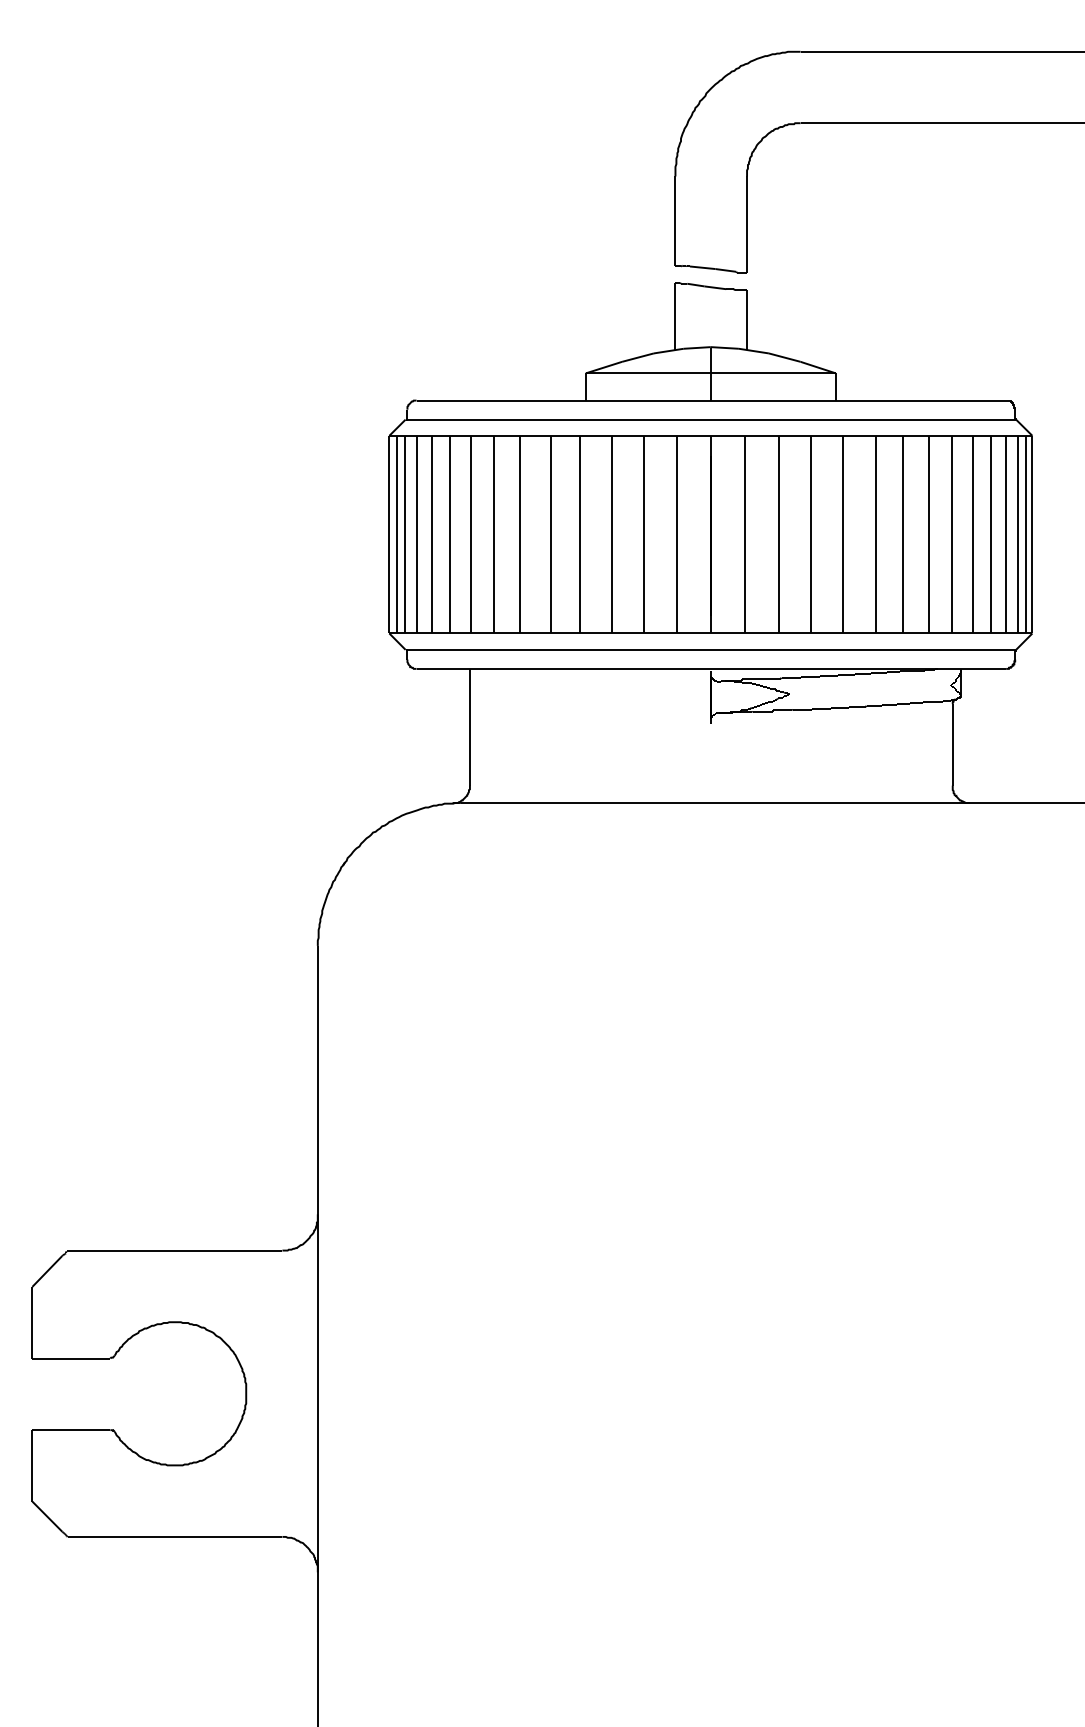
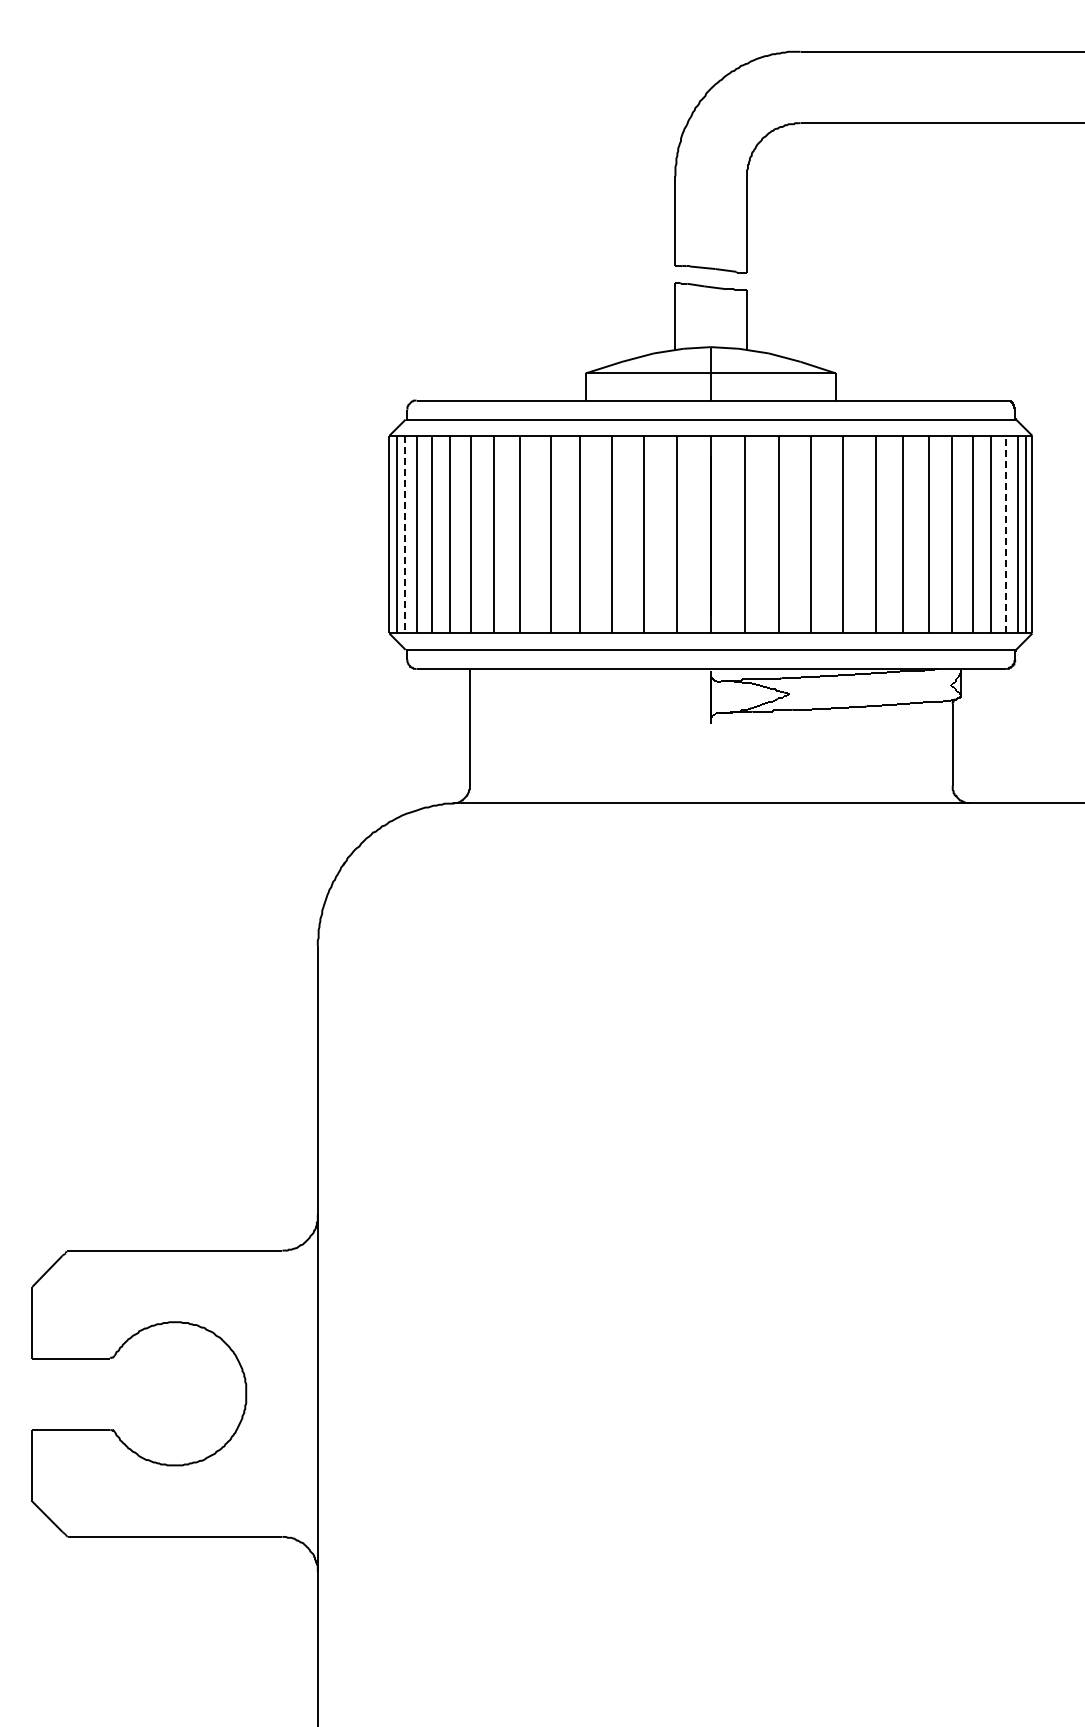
line at (404, 534): solid -> dashed
line at (1006, 534): solid -> dashed
